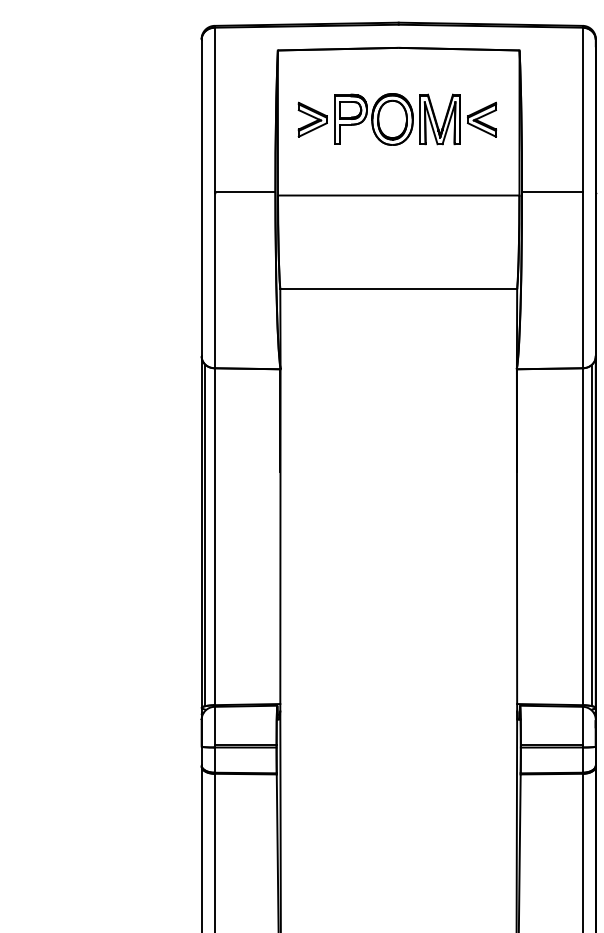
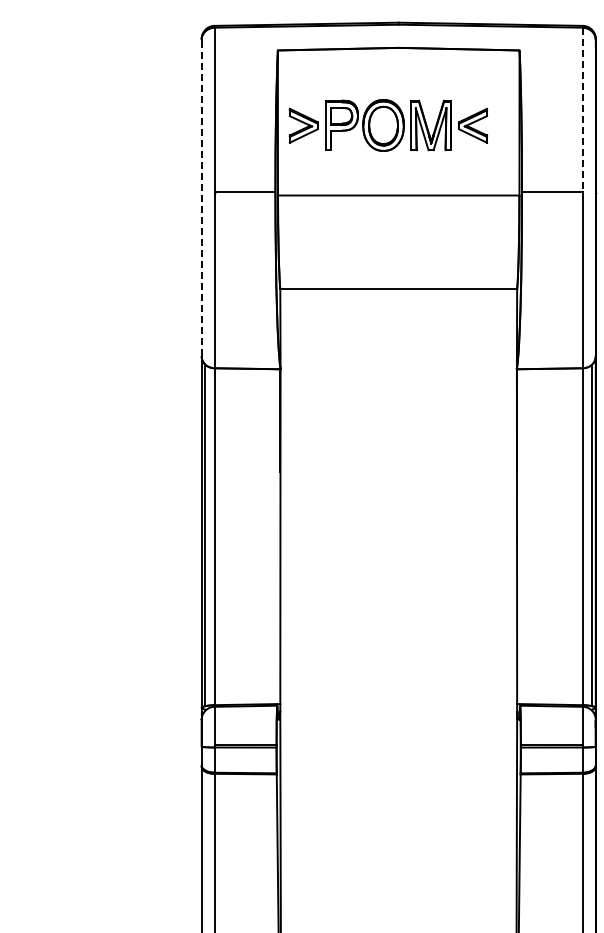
line at (582, 110): solid -> dashed
part at (396, 119) position: (396, 119) -> (387, 125)
line at (201, 197): solid -> dashed
